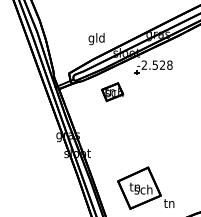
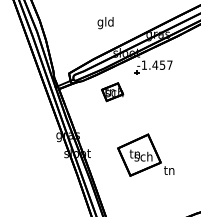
text at (96, 39) position: (96, 39) -> (105, 23)
text at (156, 64): -2.528 -> -1.457
part at (145, 187) position: (145, 187) -> (145, 154)
